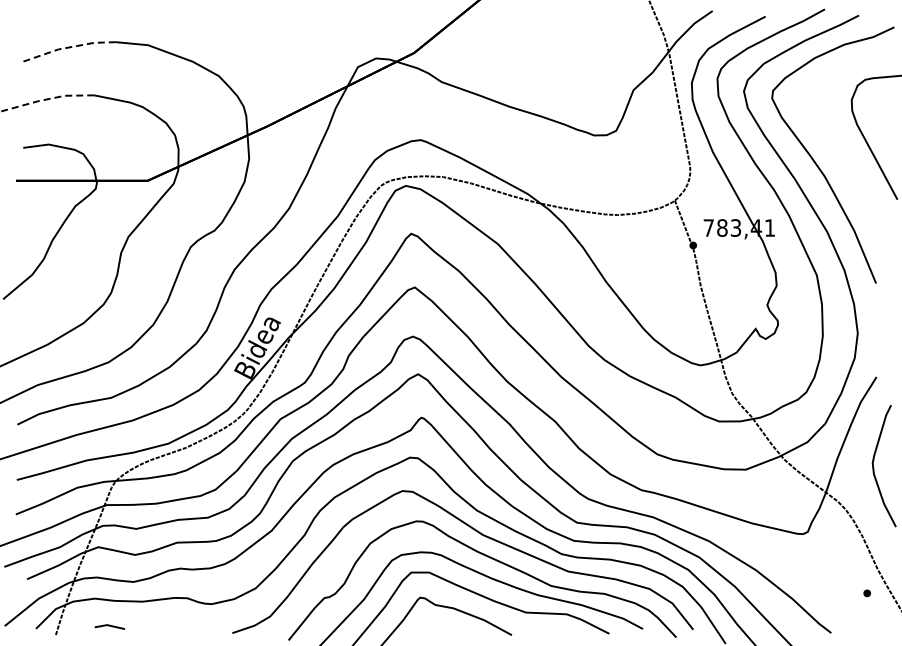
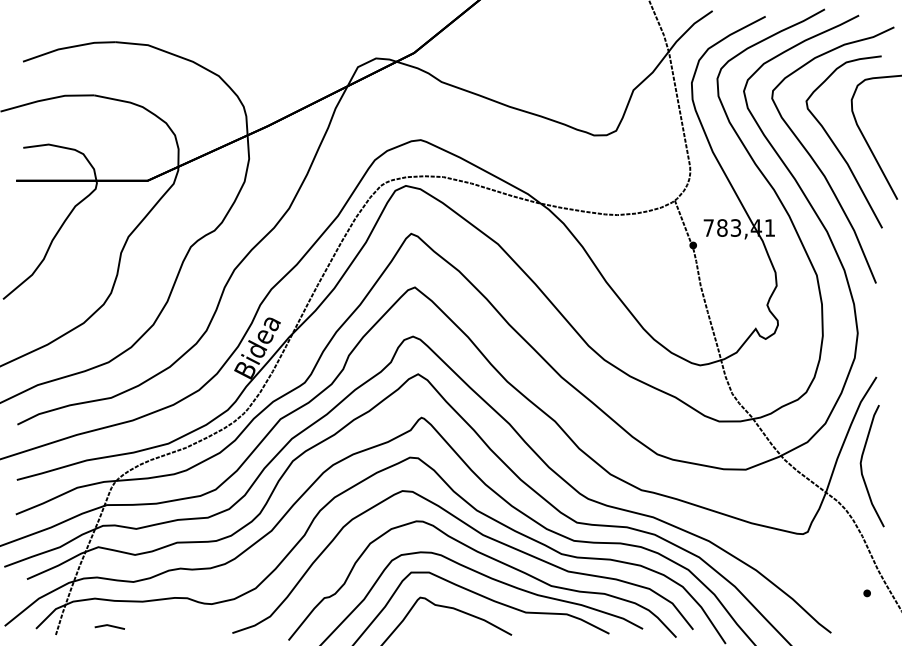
line at (68, 47): dashed -> solid
line at (46, 99): dashed -> solid
curve at (836, 145): none -> present
curve at (874, 467) position: (874, 467) -> (862, 467)
